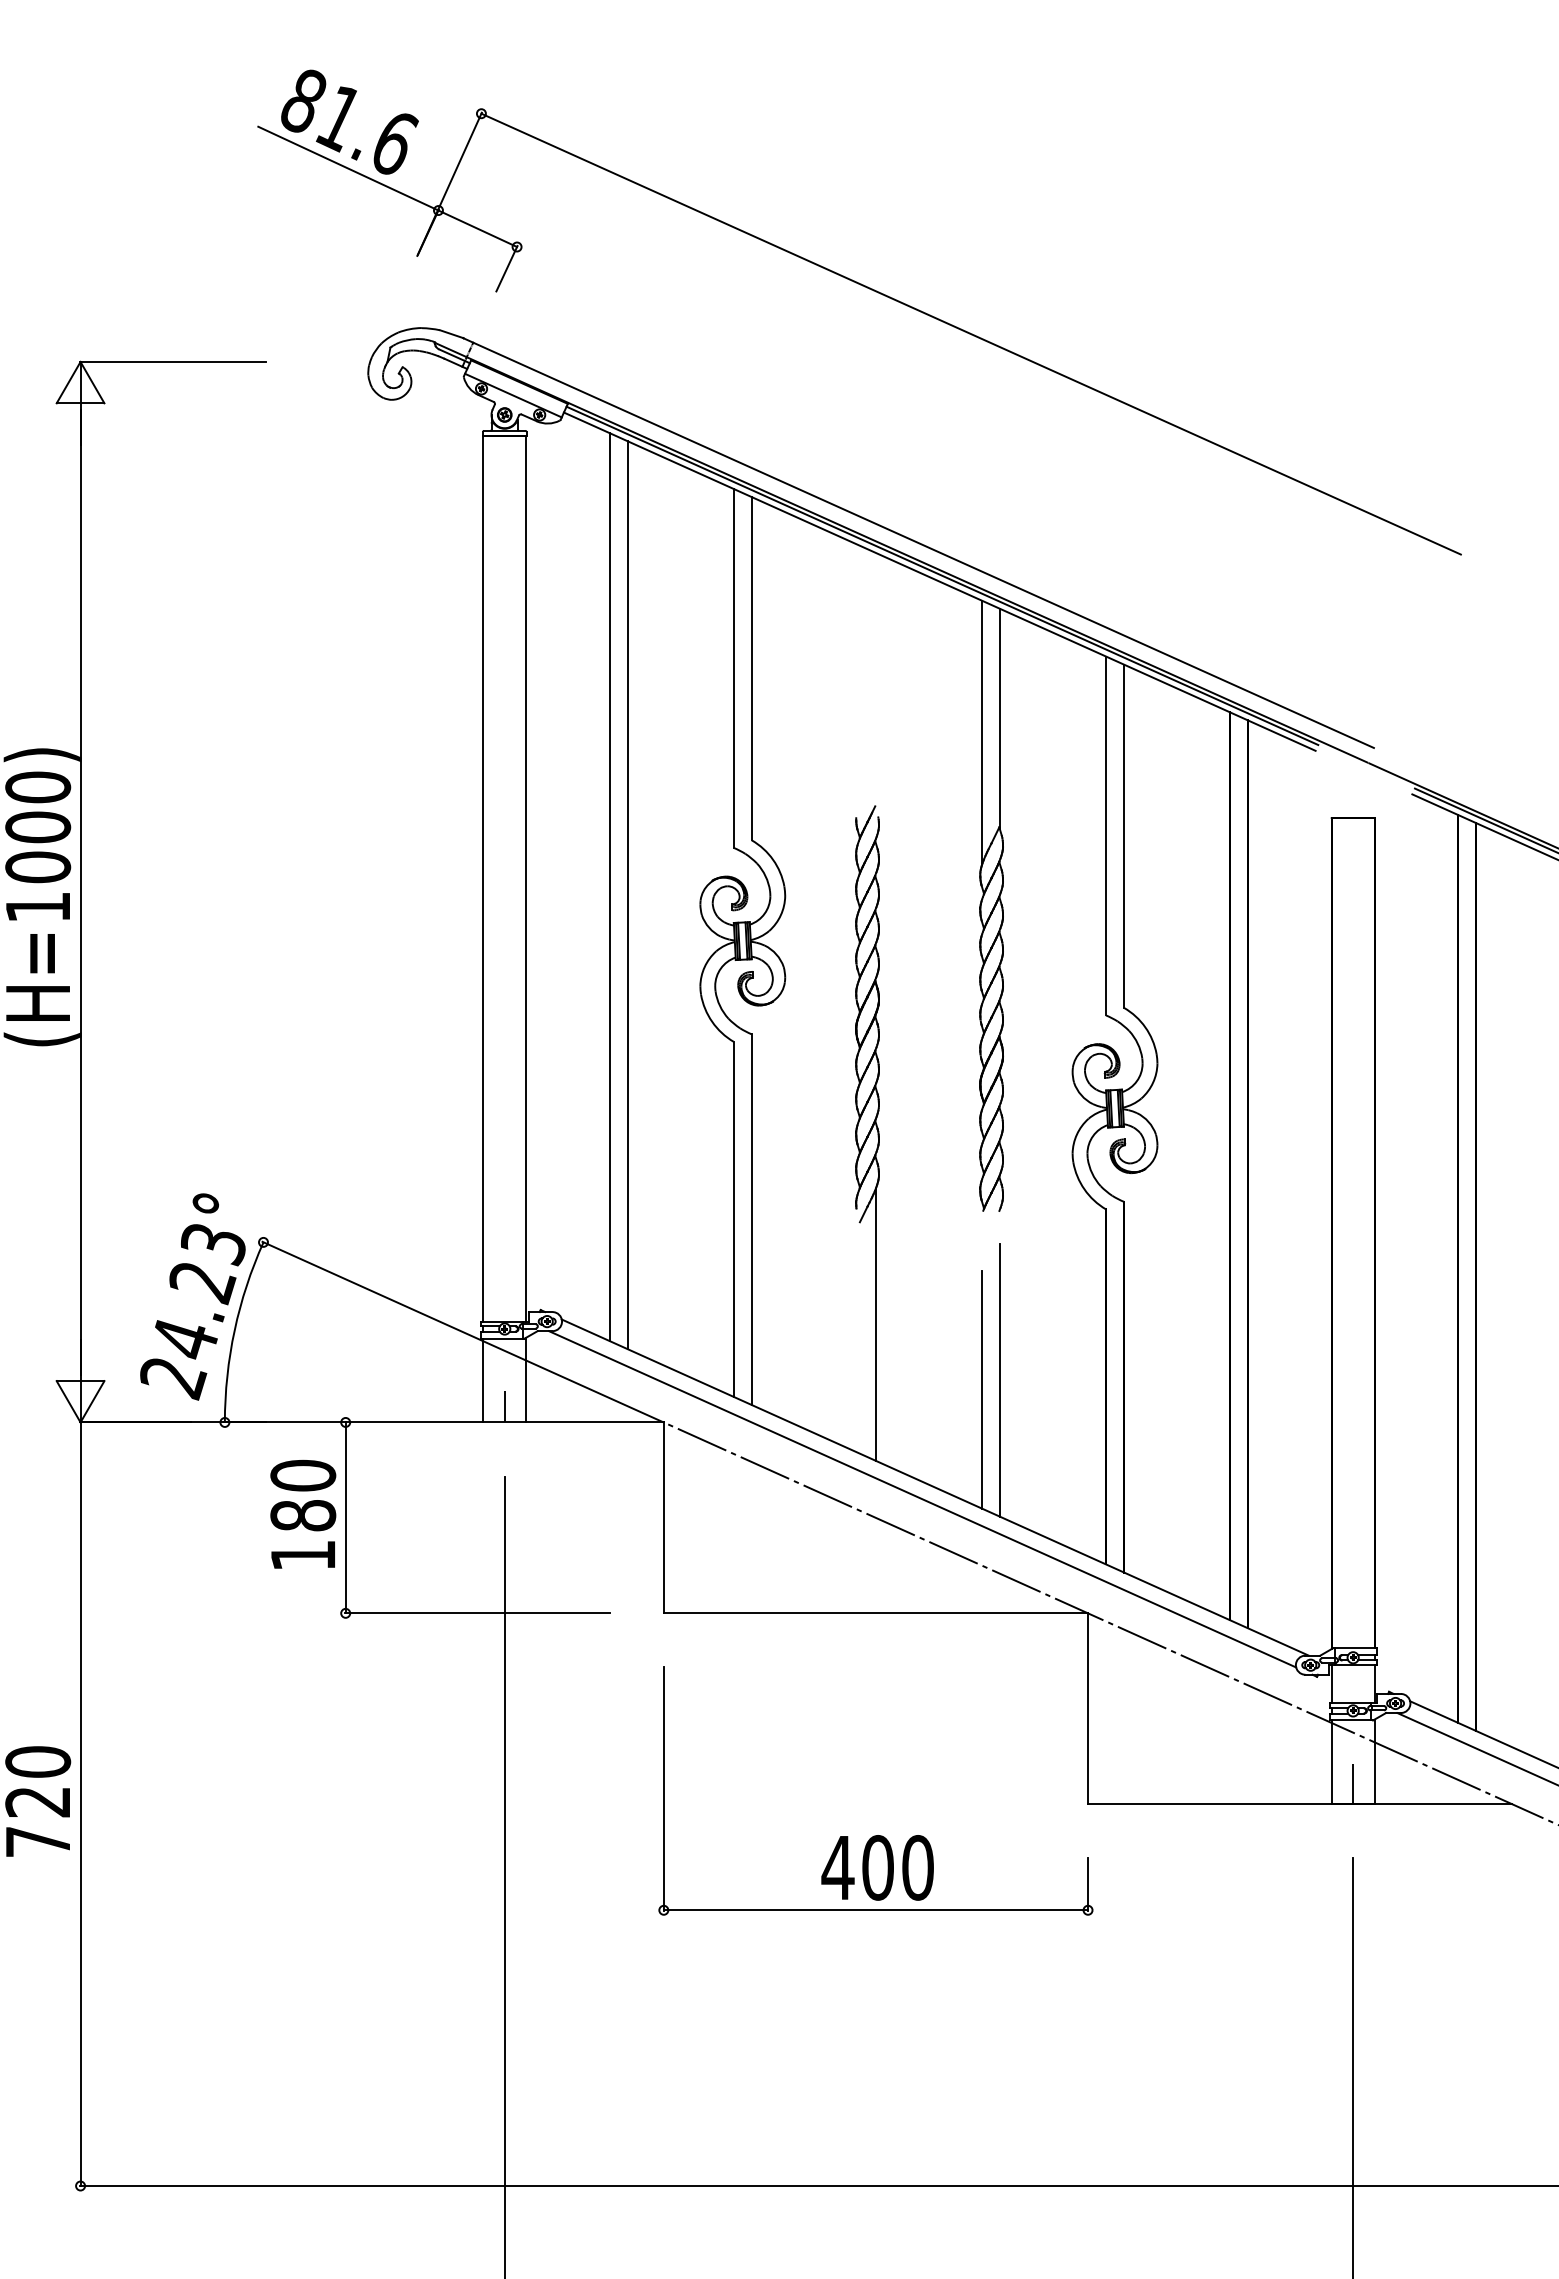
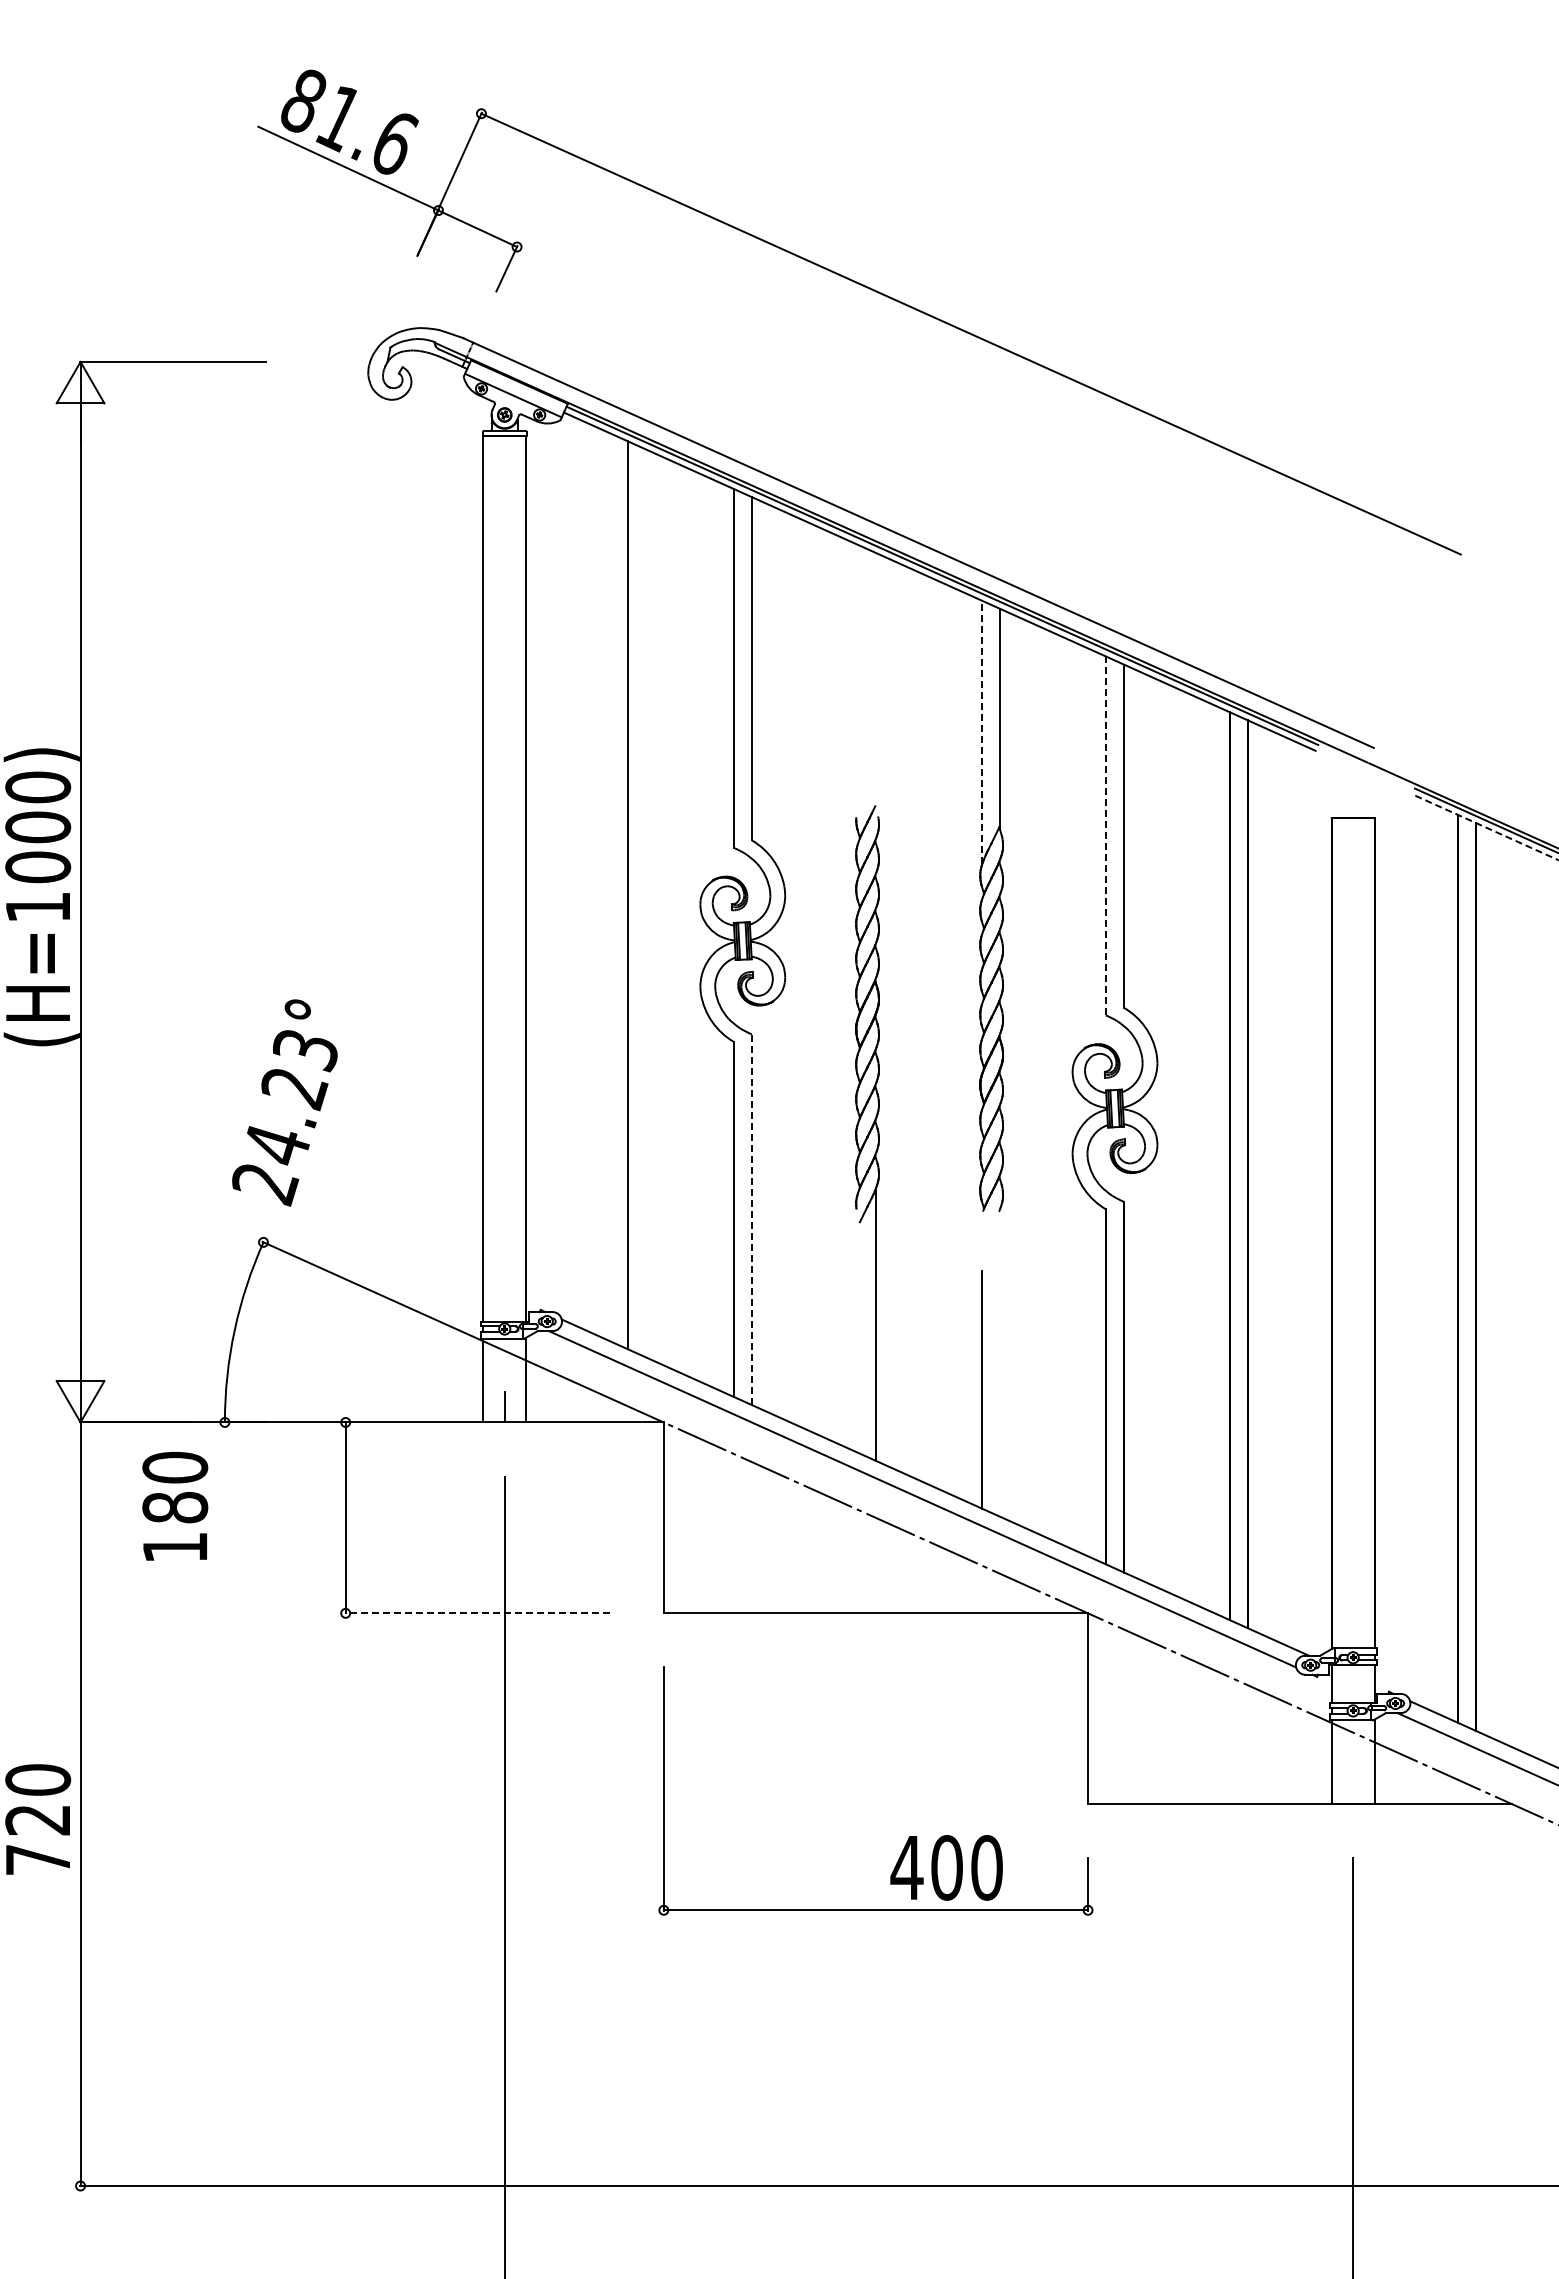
line at (981, 732): solid -> dashed
line at (1485, 827): solid -> dashed
line at (1106, 835): solid -> dashed
line at (609, 887): present -> none
line at (751, 1219): solid -> dashed
text at (192, 1296) position: (192, 1296) -> (284, 1102)
line at (1000, 1380): present -> none
text at (303, 1514) position: (303, 1514) -> (175, 1506)
line at (477, 1613): solid -> dashed
line at (1353, 1783): present -> none
text at (38, 1801) position: (38, 1801) -> (38, 1819)
text at (877, 1867) position: (877, 1867) -> (946, 1867)
